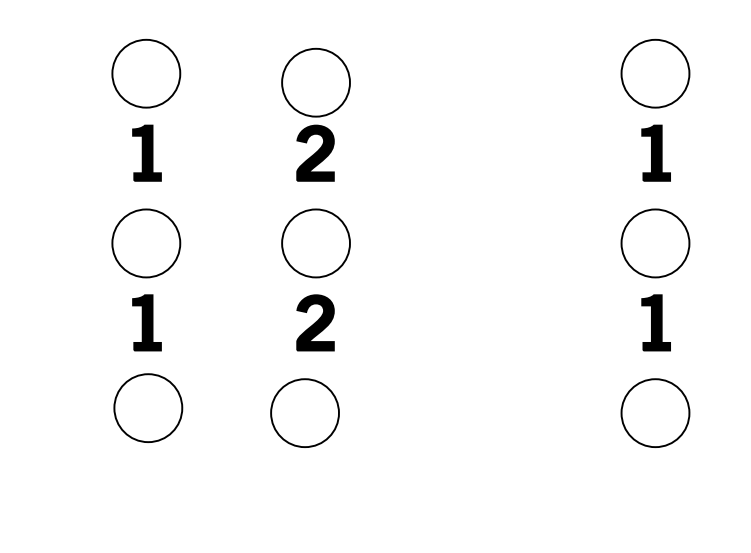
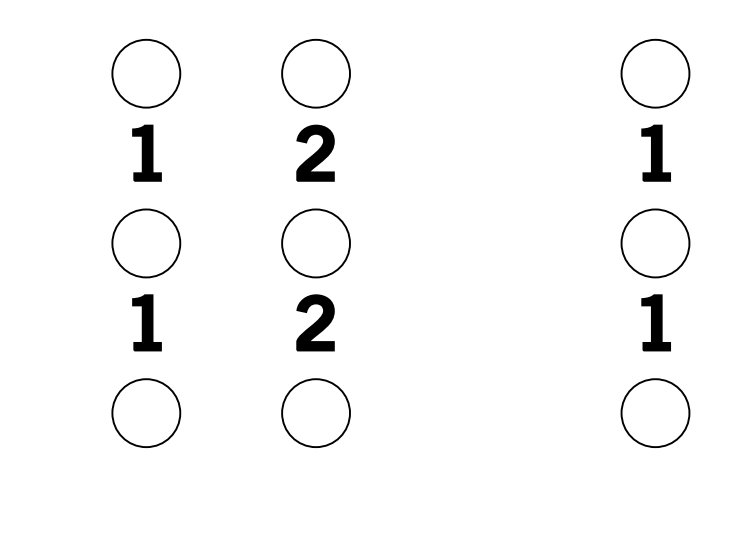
part at (315, 82) position: (315, 82) -> (315, 73)
part at (148, 407) position: (148, 407) -> (146, 412)
part at (304, 412) position: (304, 412) -> (315, 412)
